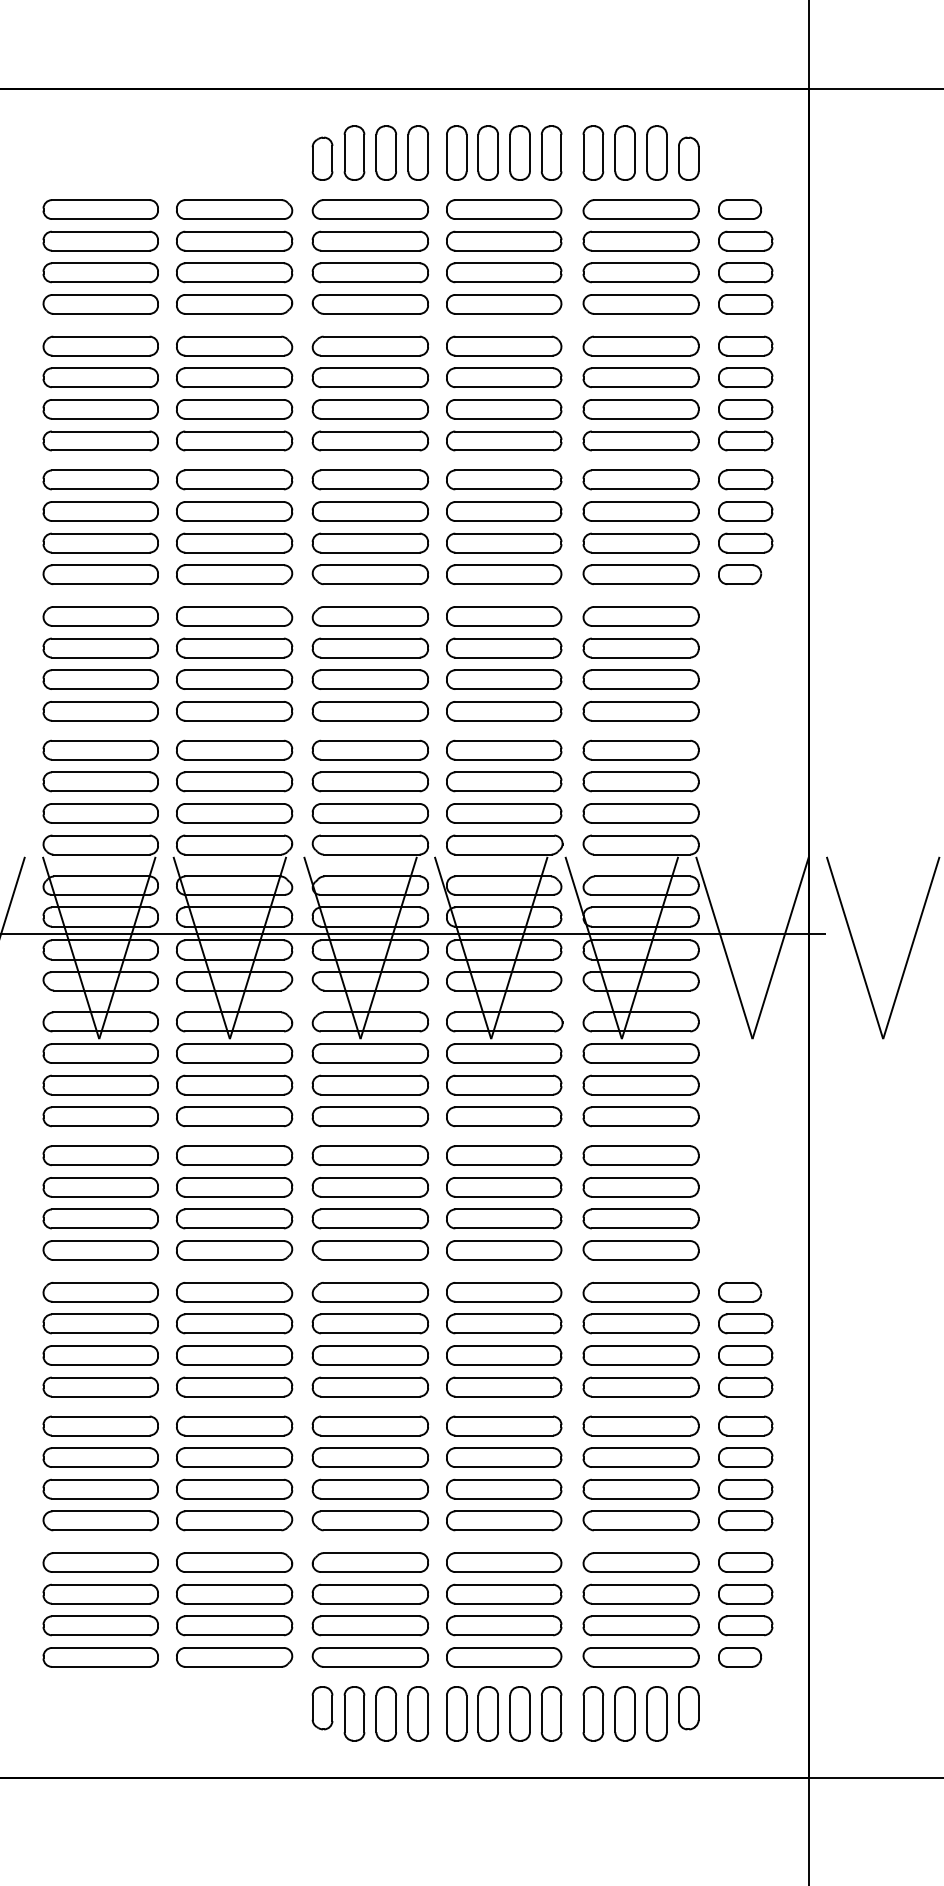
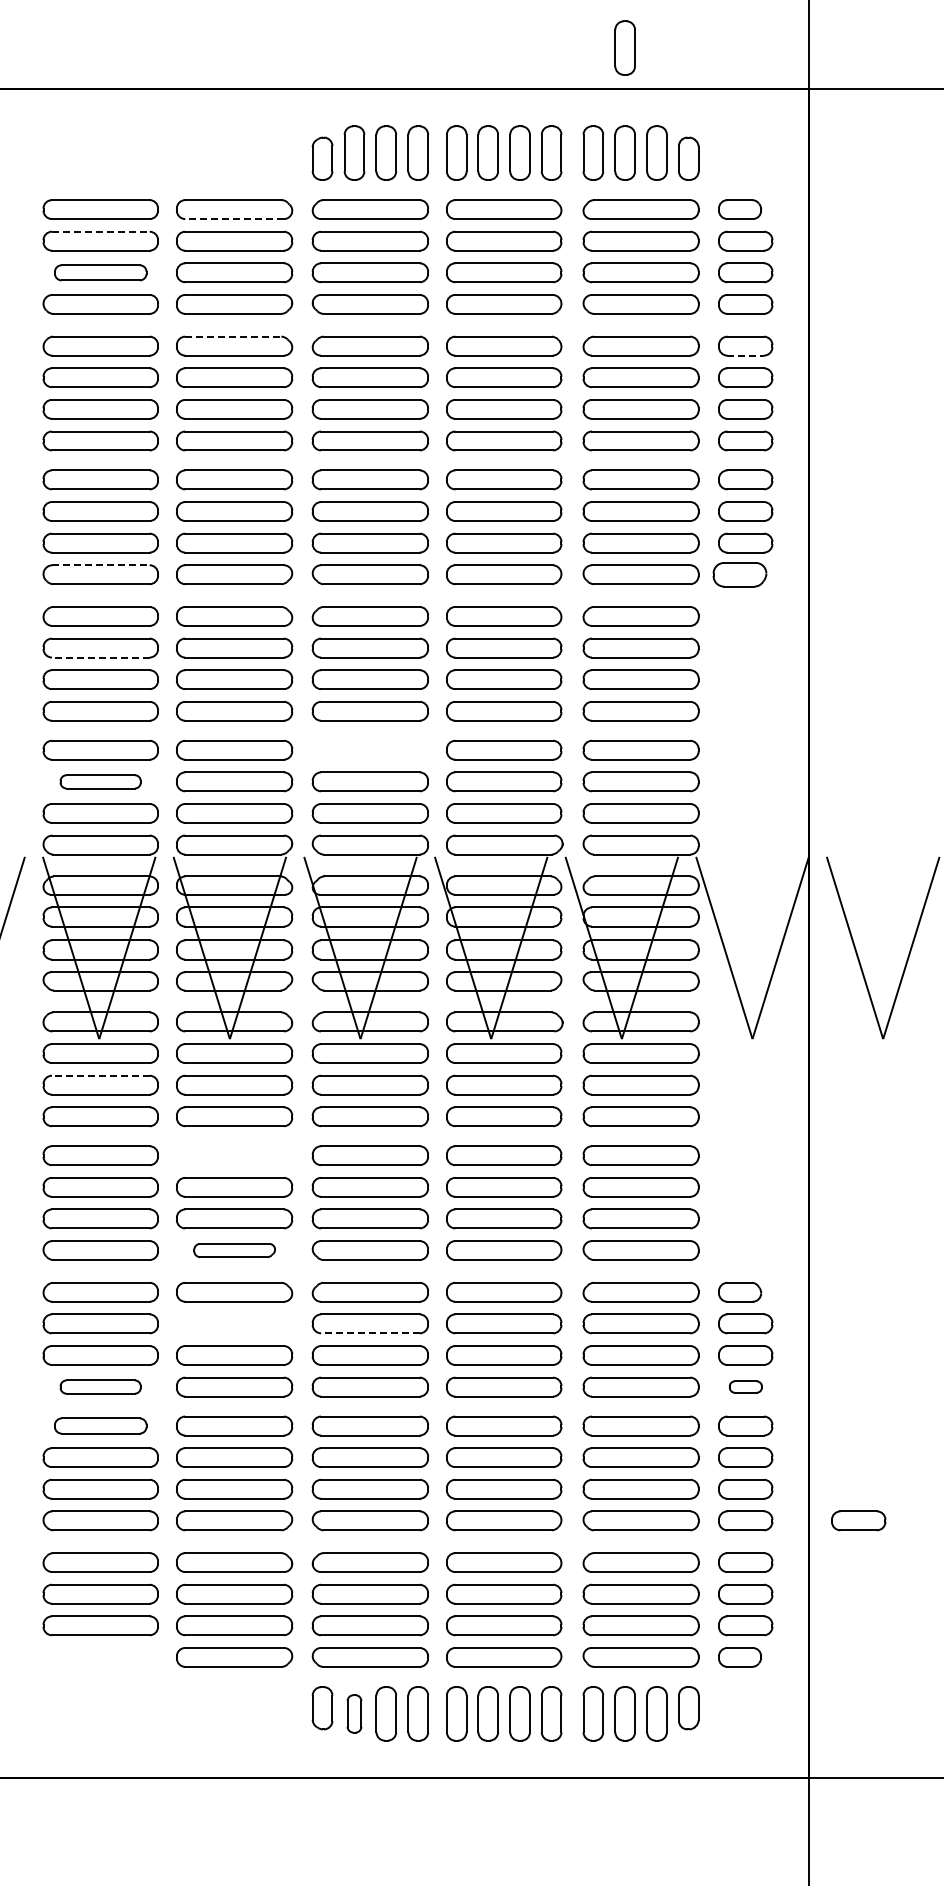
part at (624, 47): none -> present
line at (234, 219): solid -> dashed
line at (100, 231): solid -> dashed
part at (100, 272) size: 117x22 px -> 94x18 px
line at (233, 336): solid -> dashed
line at (746, 355): solid -> dashed
line at (101, 565): solid -> dashed
part at (740, 574) size: 45x21 px -> 56x26 px
line at (100, 657): solid -> dashed
part at (369, 749): present -> none
part at (100, 781) size: 117x22 px -> 83x16 px
line at (414, 933): present -> none
line at (100, 1075): solid -> dashed
part at (234, 1155): present -> none
part at (234, 1250) size: 118x21 px -> 83x15 px
part at (234, 1323): present -> none
line at (369, 1333): solid -> dashed
part at (100, 1386) size: 117x22 px -> 83x16 px
part at (745, 1386) size: 56x22 px -> 34x14 px
part at (100, 1425) size: 117x22 px -> 94x18 px
part at (858, 1520): none -> present
part at (100, 1657): present -> none
part at (354, 1713) size: 23x56 px -> 17x40 px
